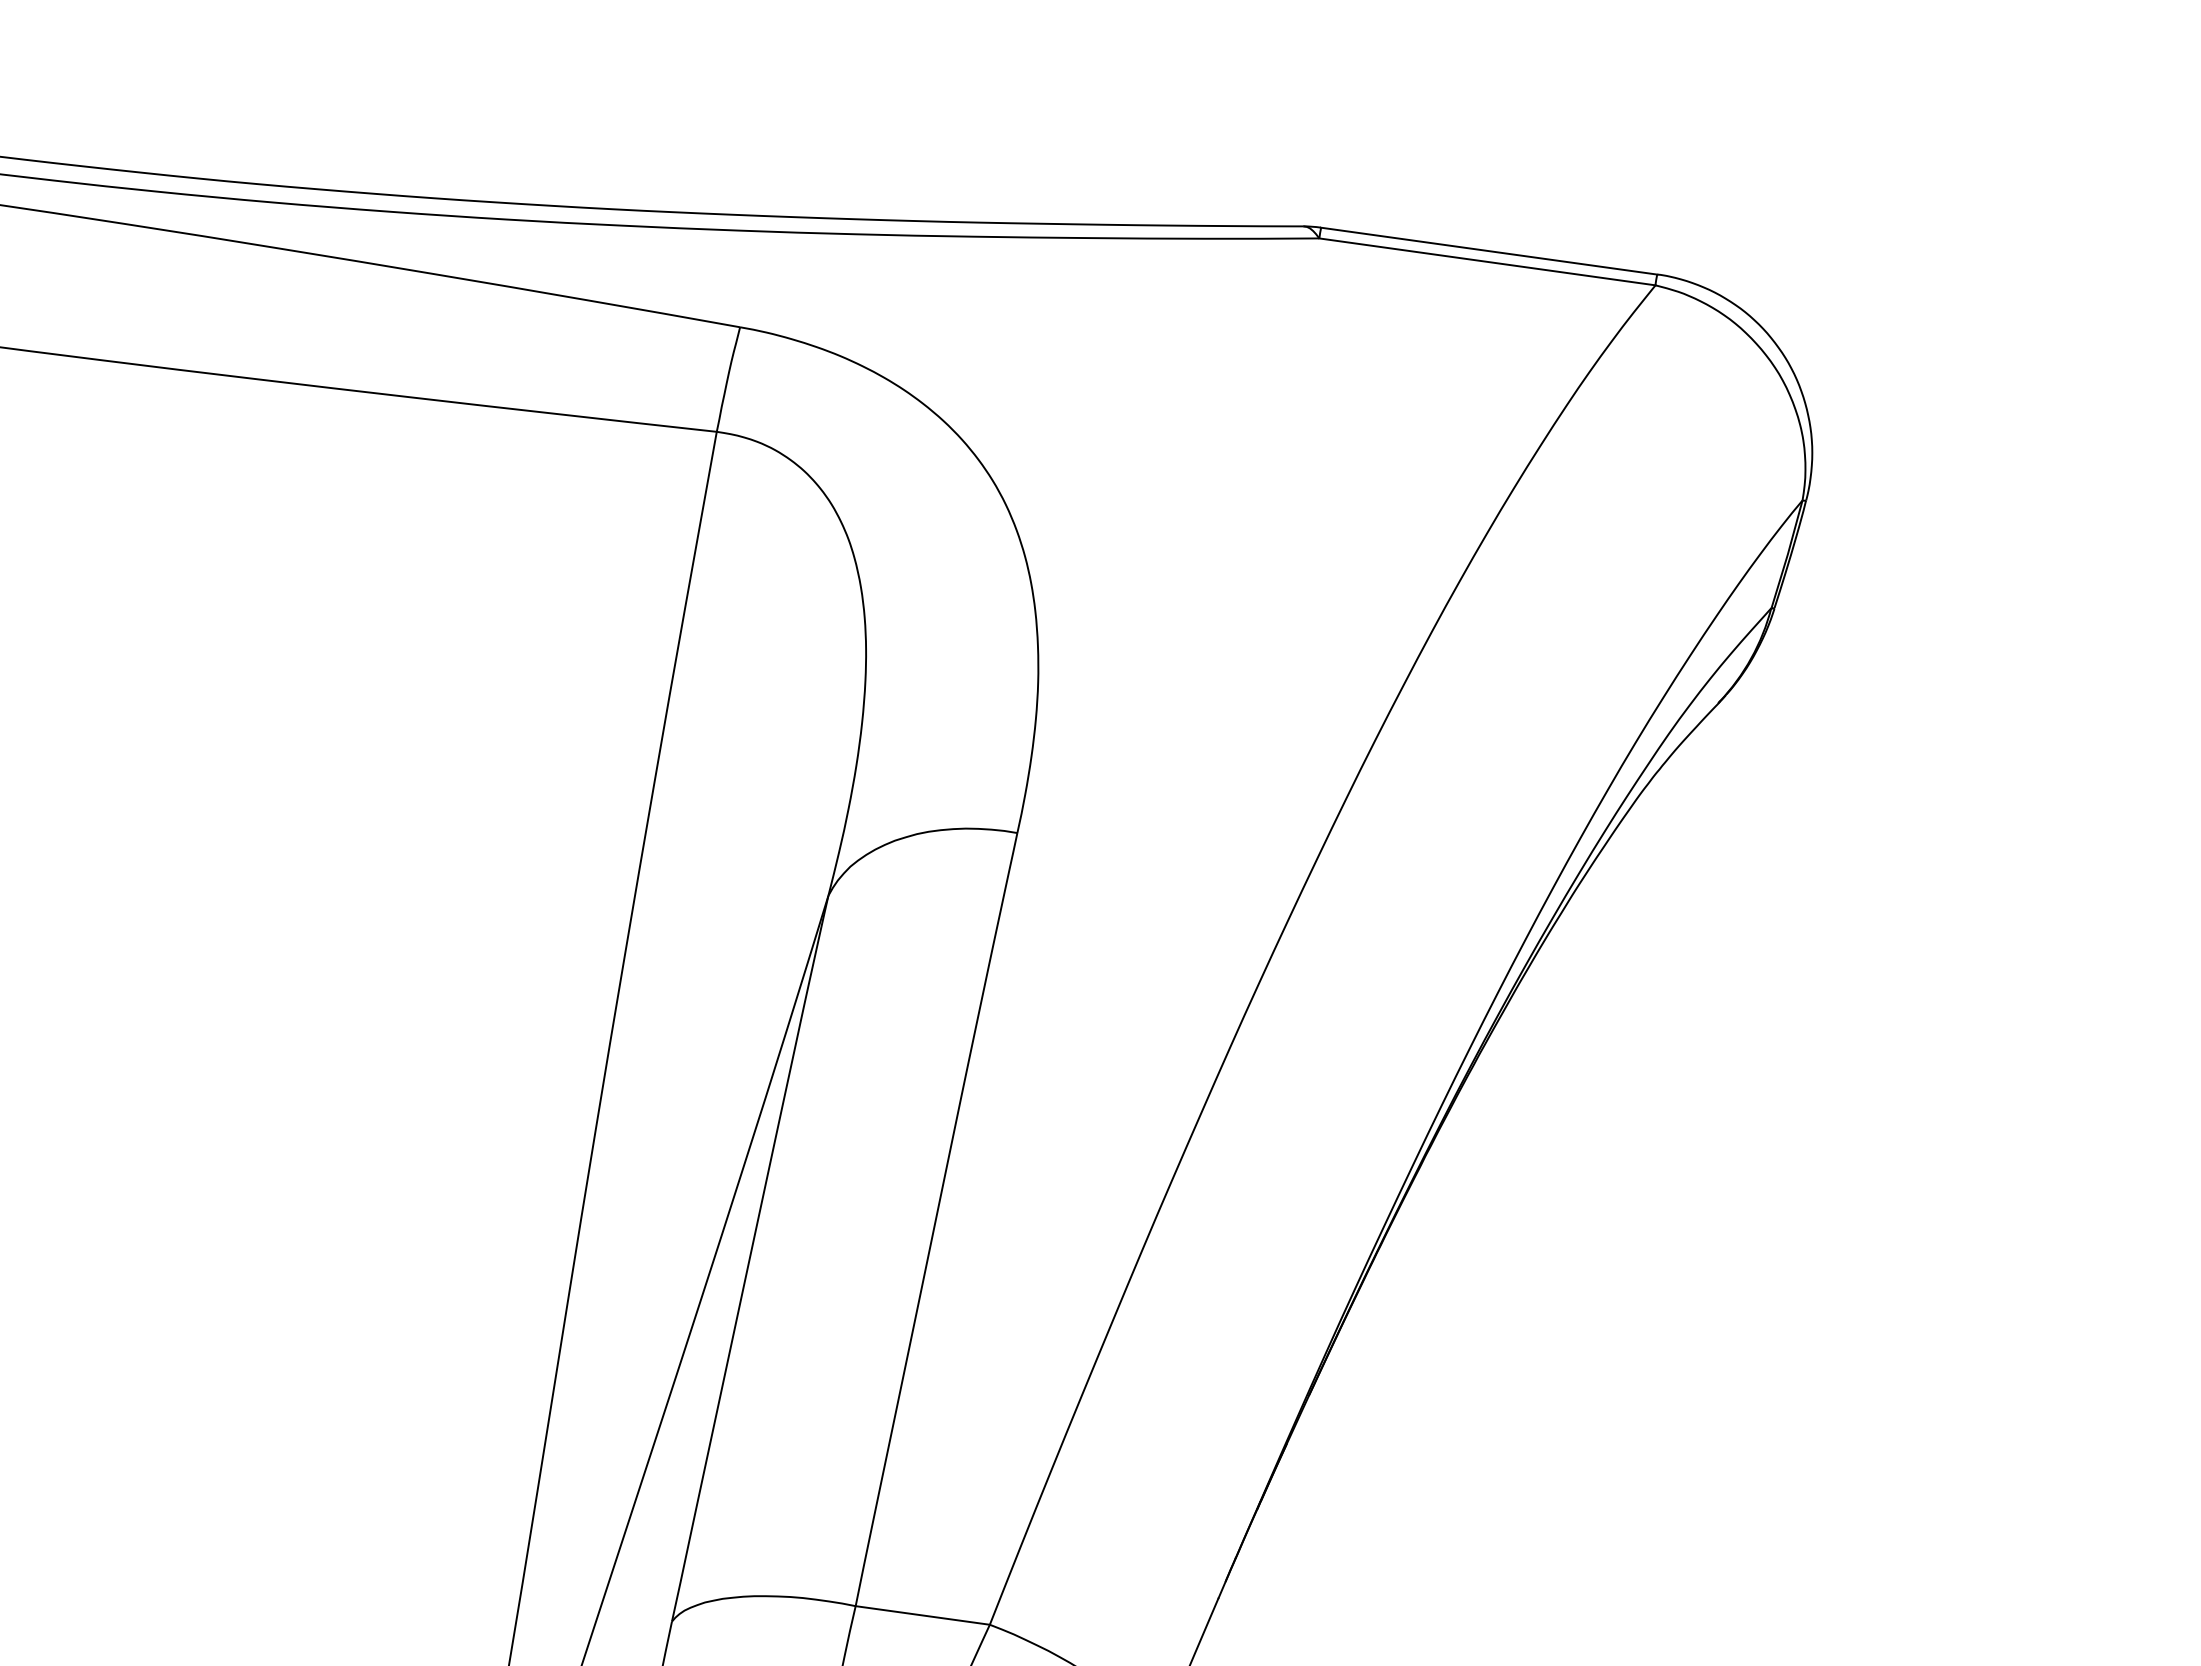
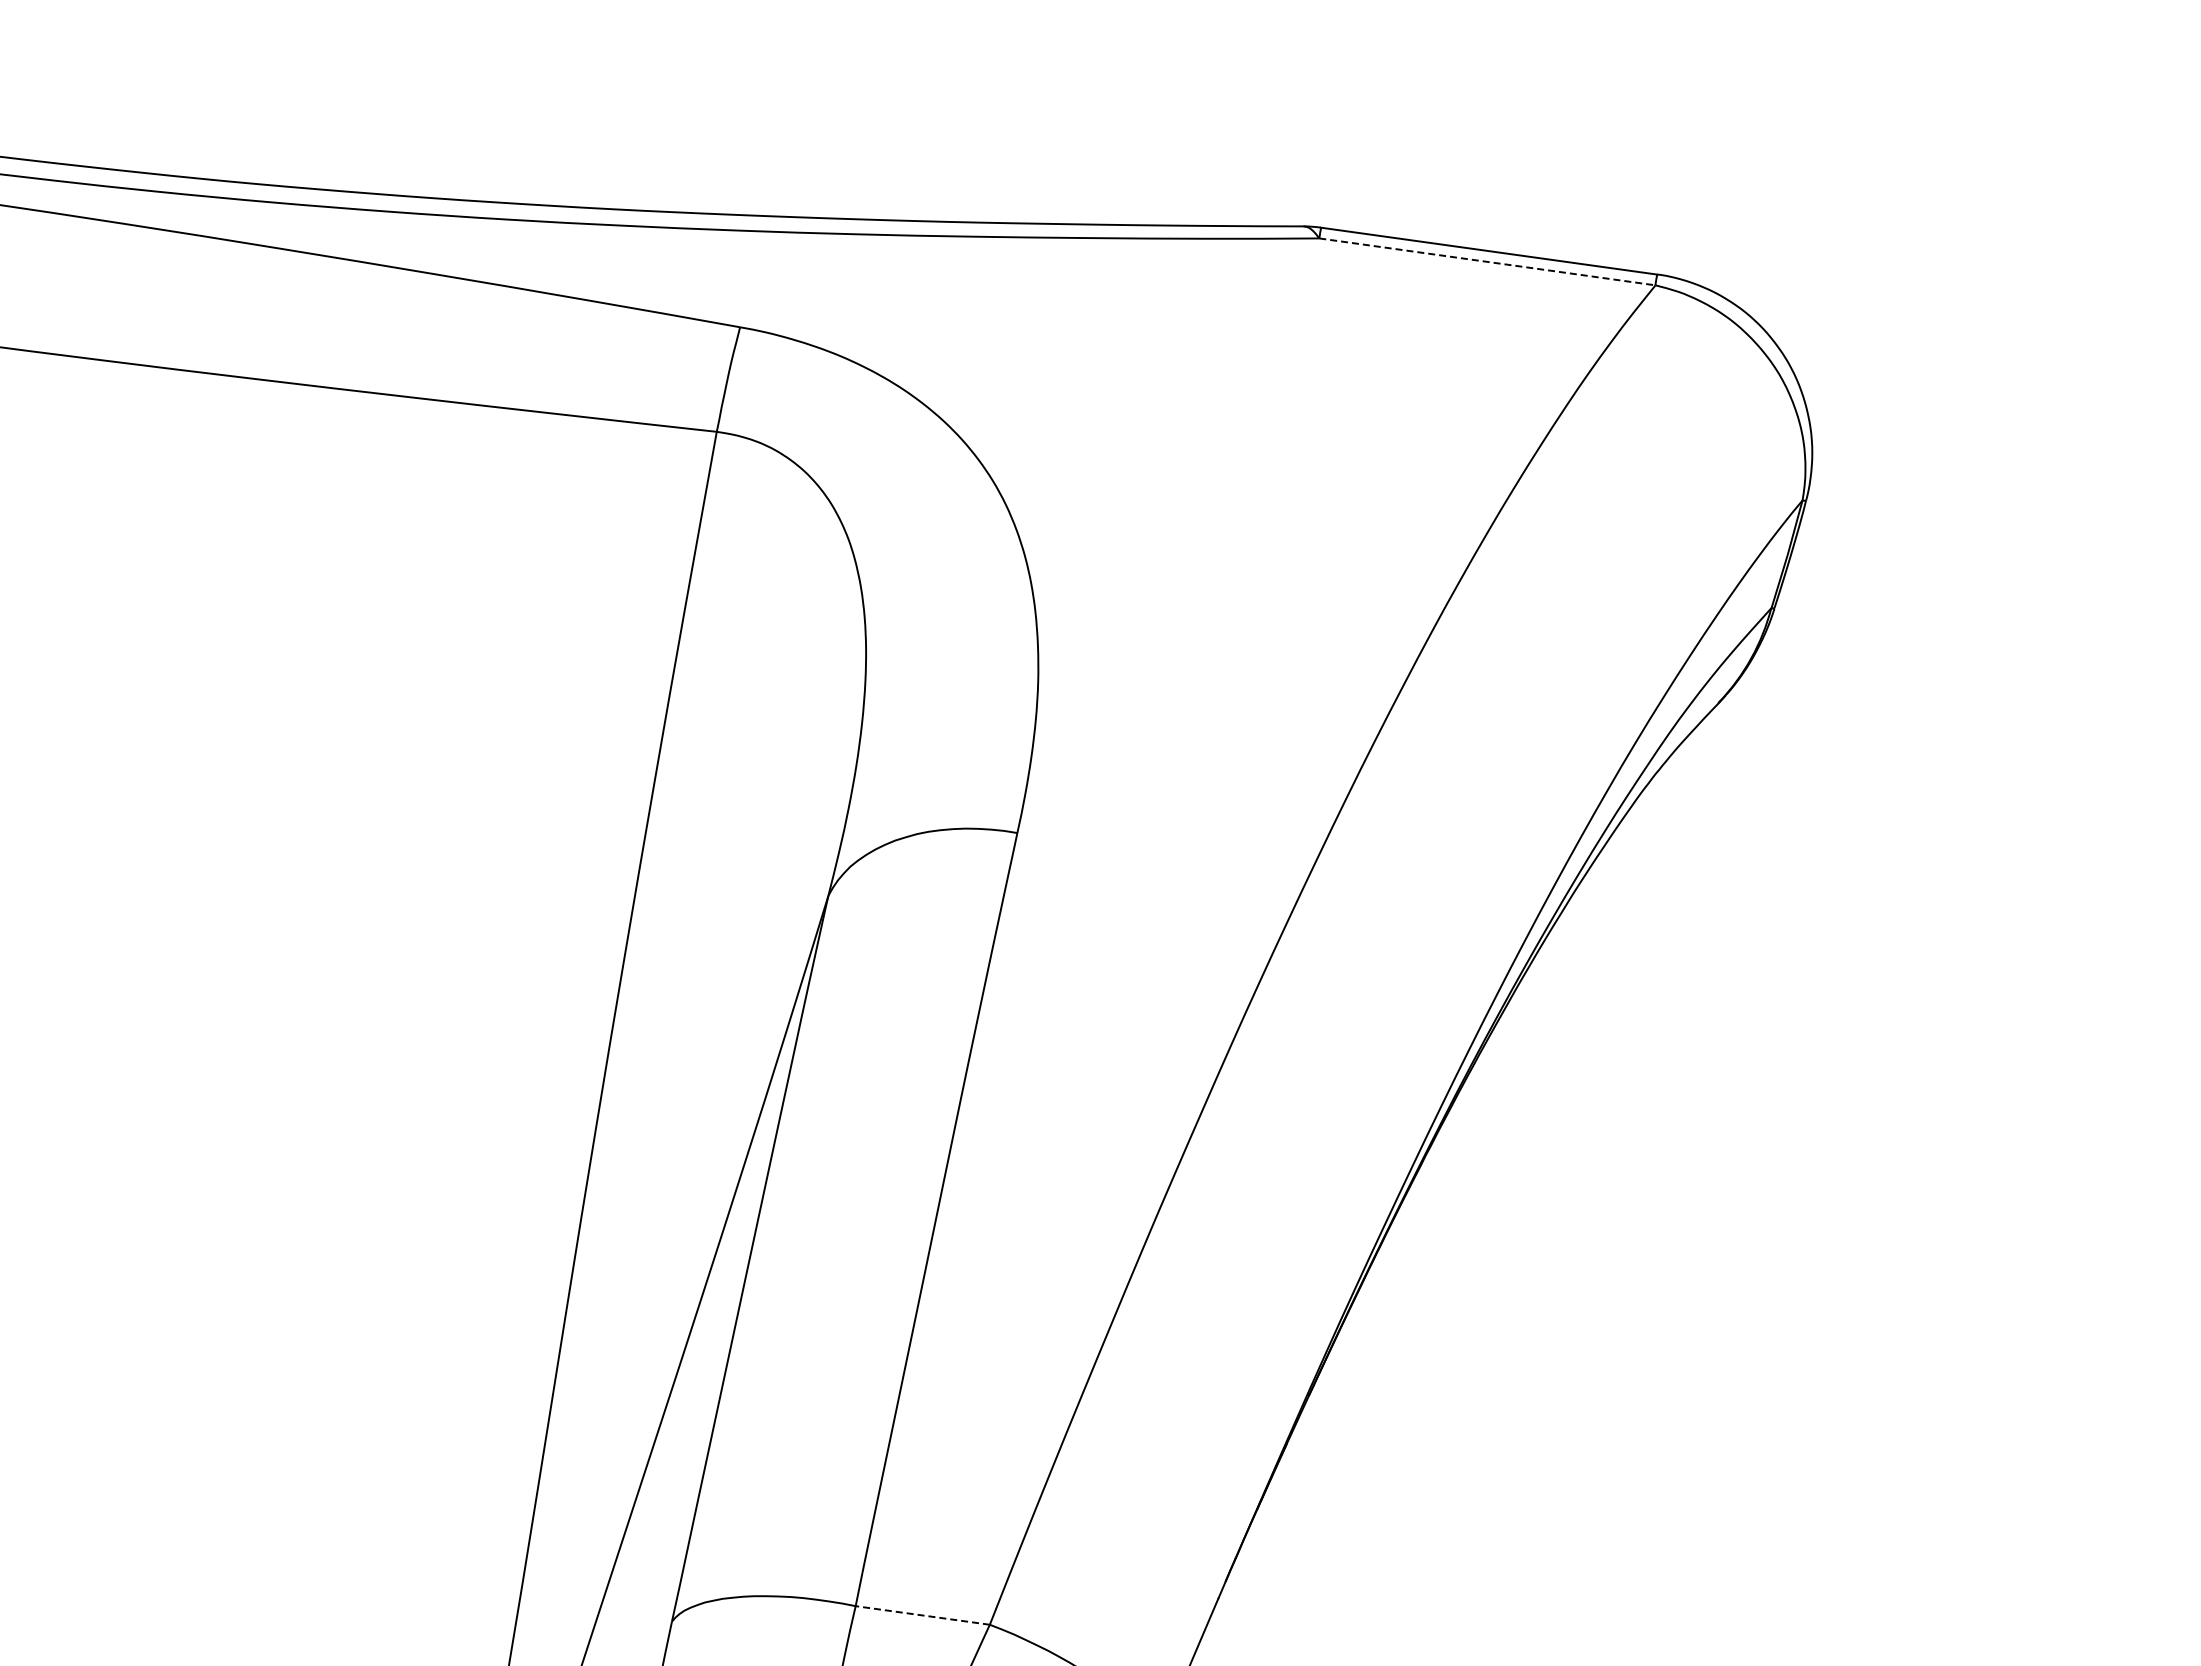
line at (1487, 261): solid -> dashed
line at (922, 1615): solid -> dashed
